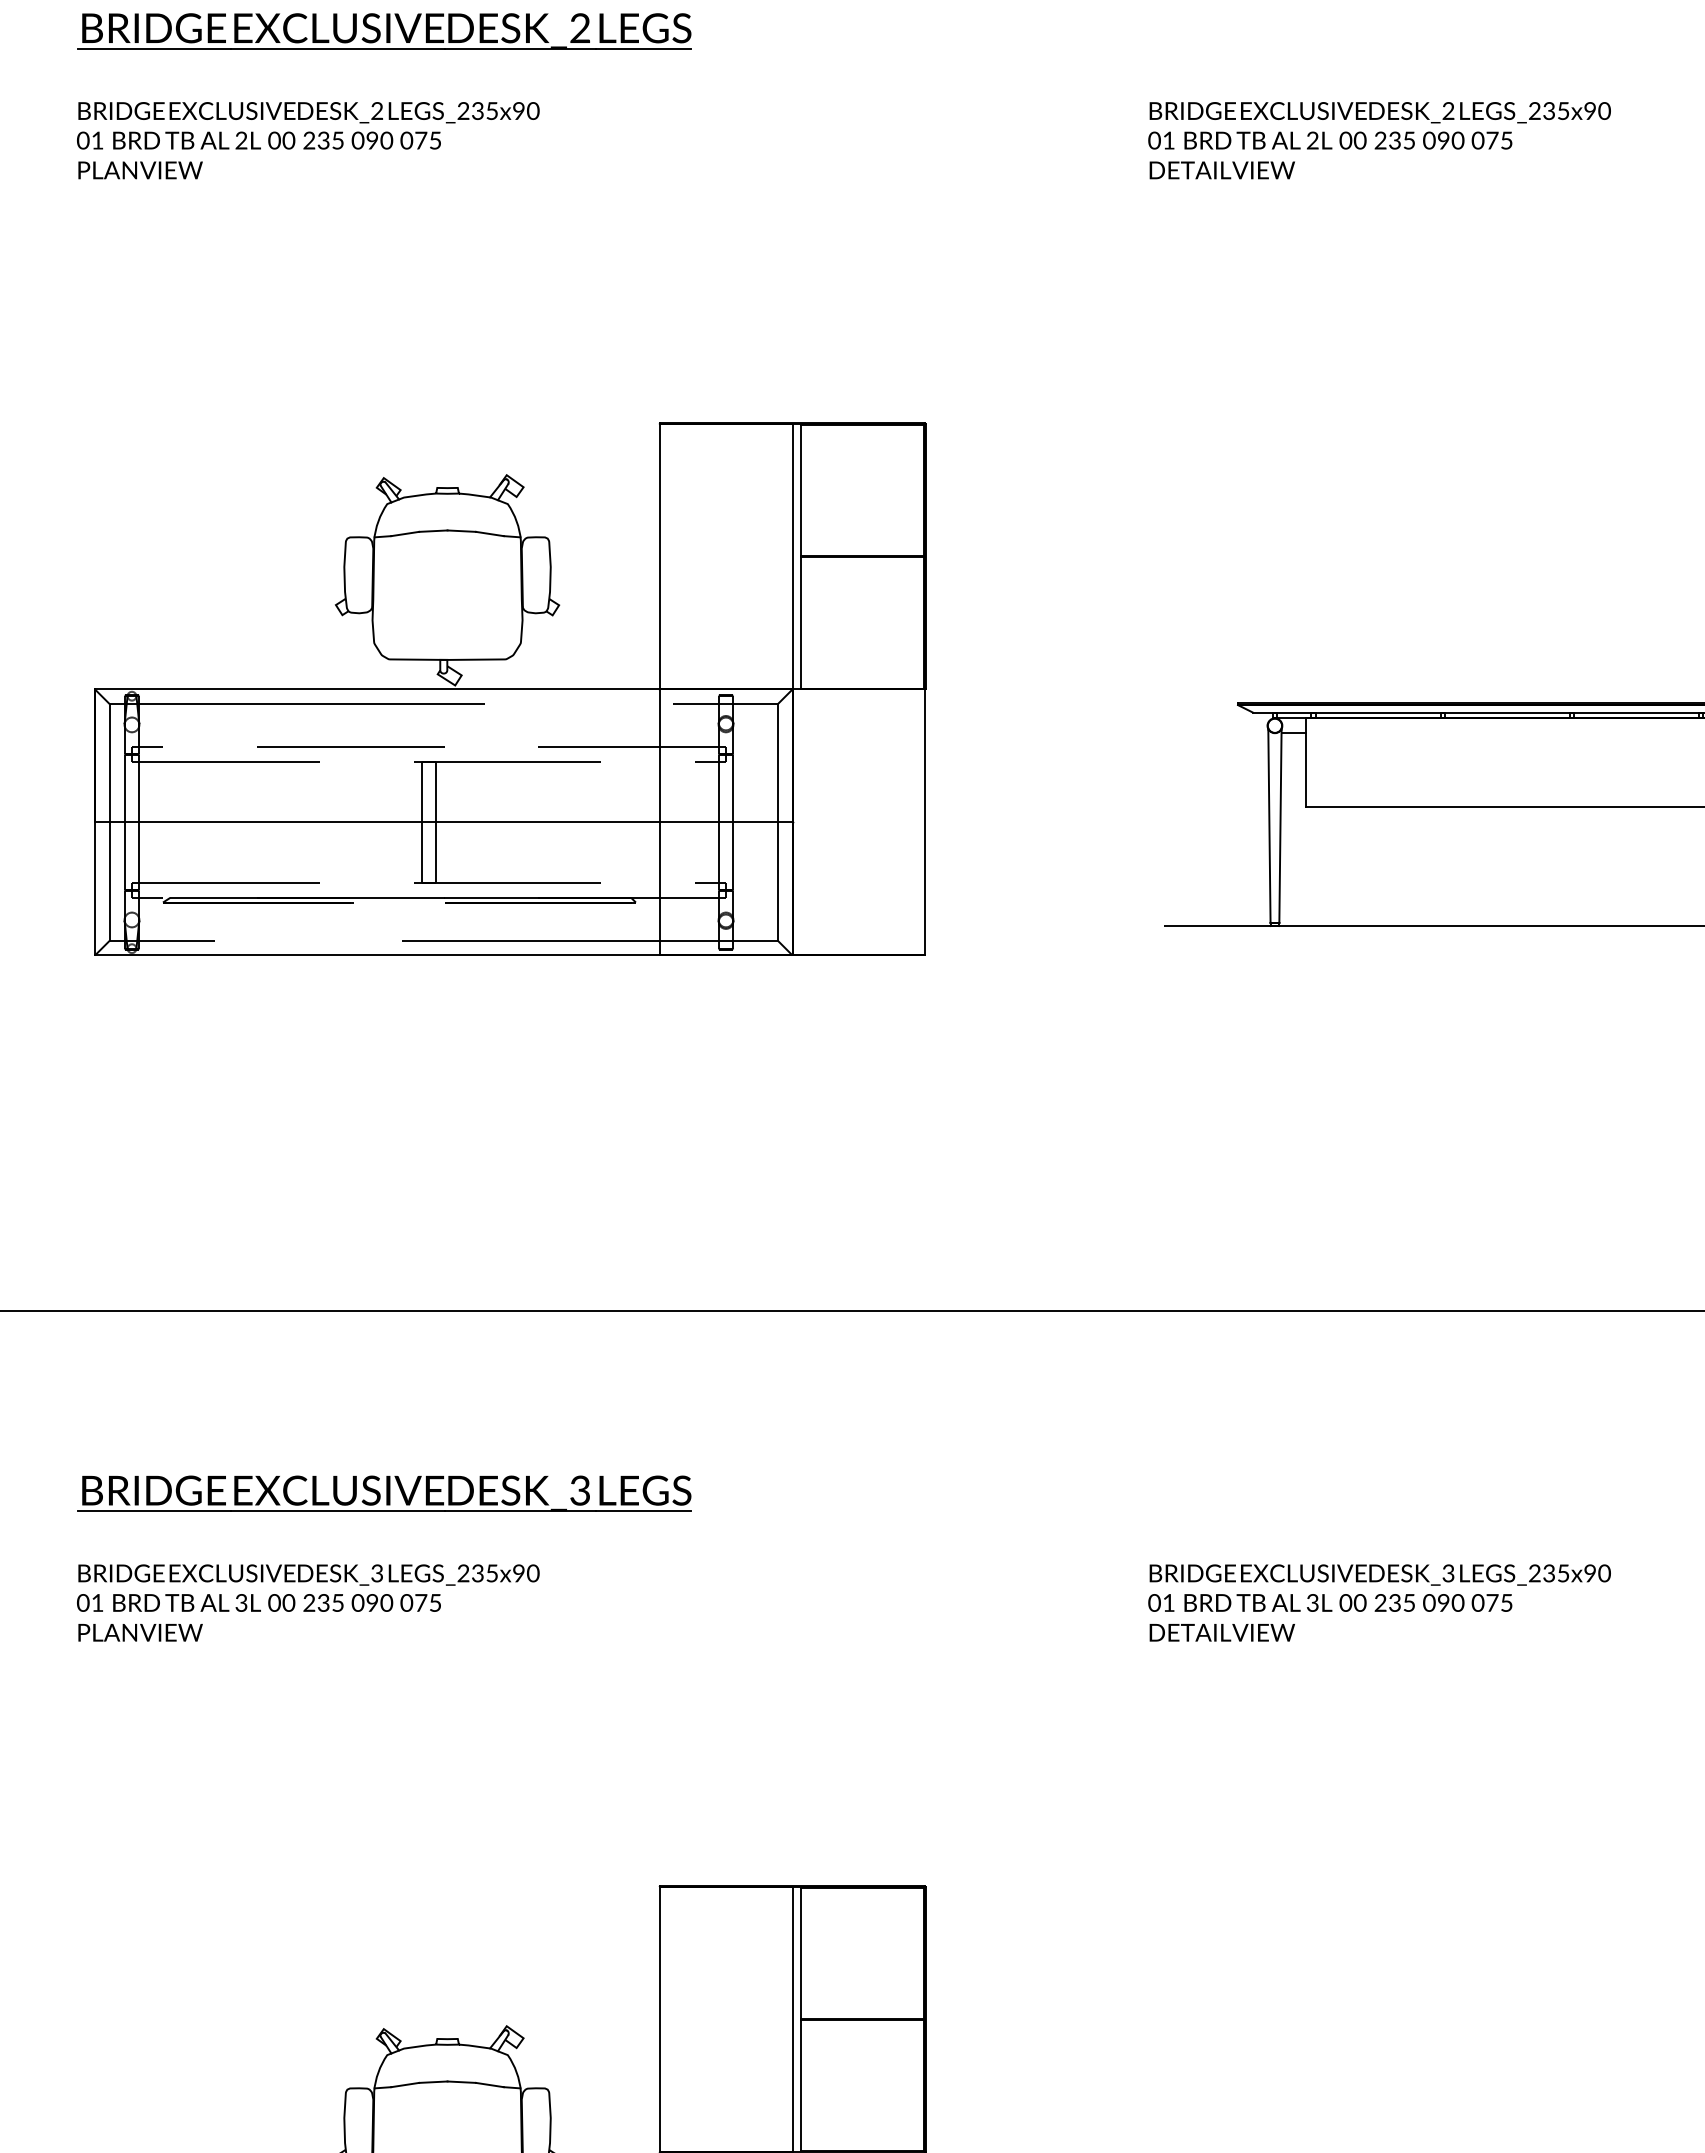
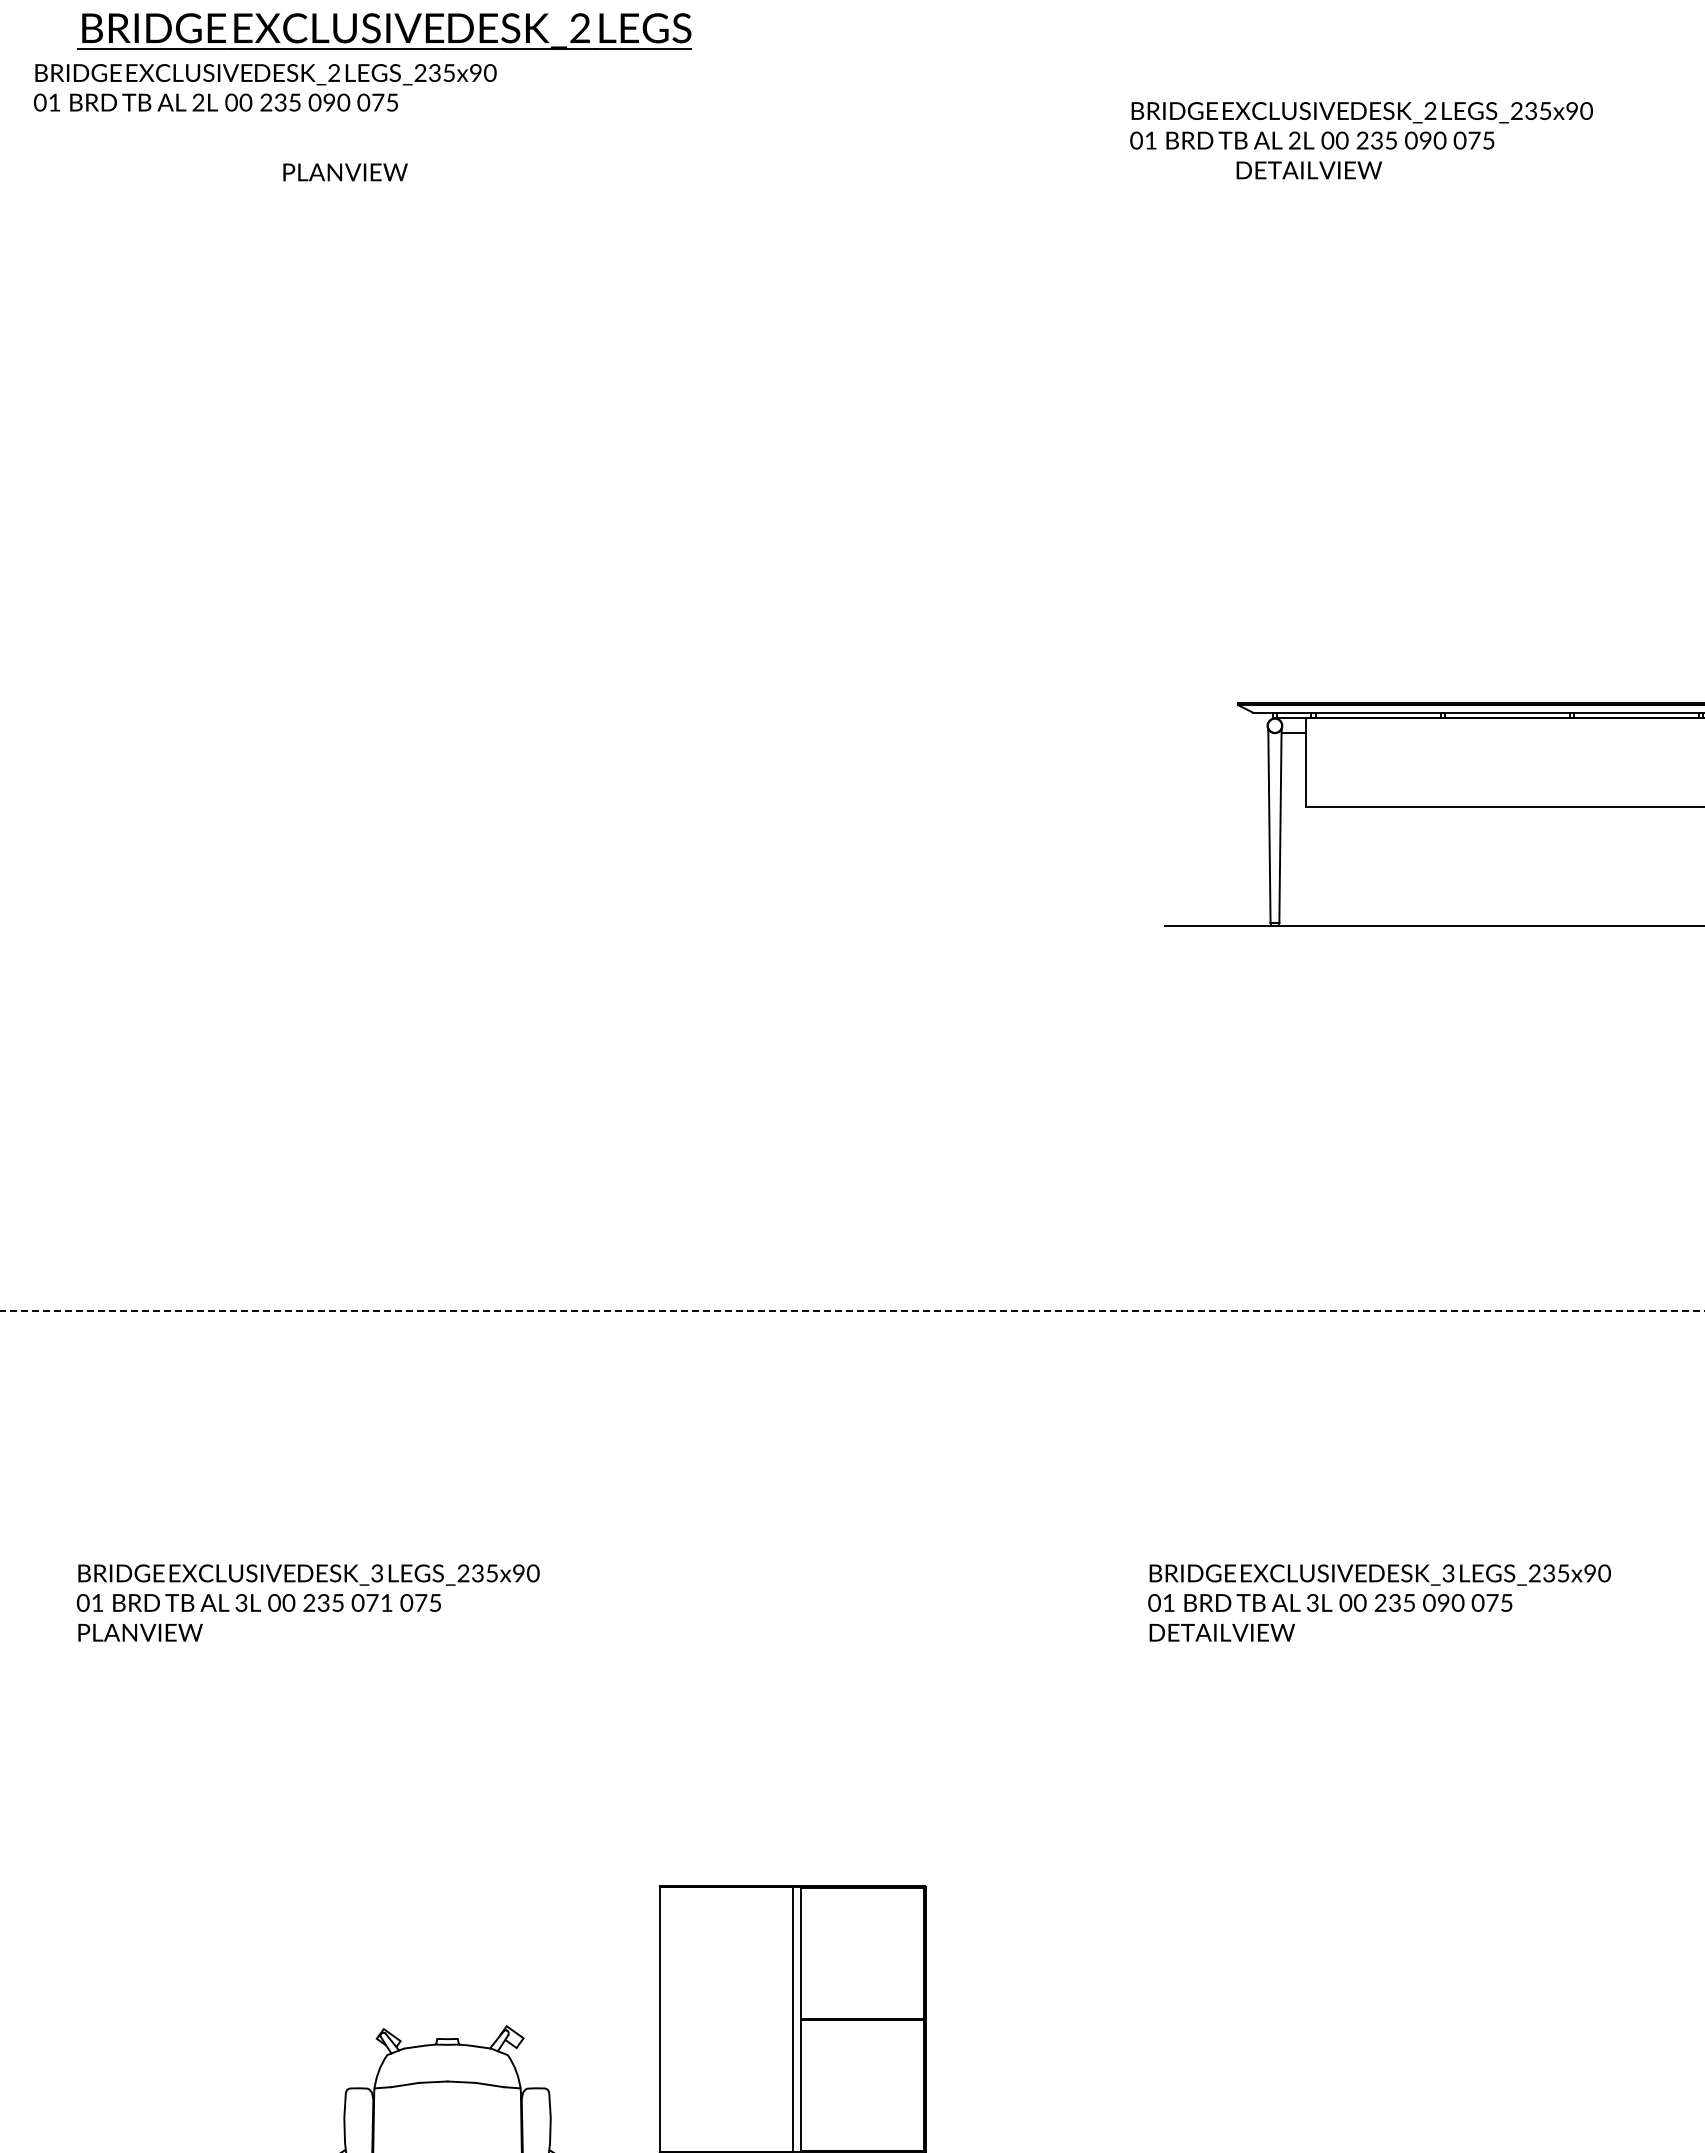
text at (308, 125) position: (308, 125) -> (265, 87)
text at (1379, 125) position: (1379, 125) -> (1361, 125)
text at (140, 170) position: (140, 170) -> (345, 172)
text at (1221, 170) position: (1221, 170) -> (1308, 170)
part at (510, 688): present -> none
line at (853, 1311): solid -> dashed
part at (384, 1493): present -> none
text at (379, 1602): 090 -> 071
